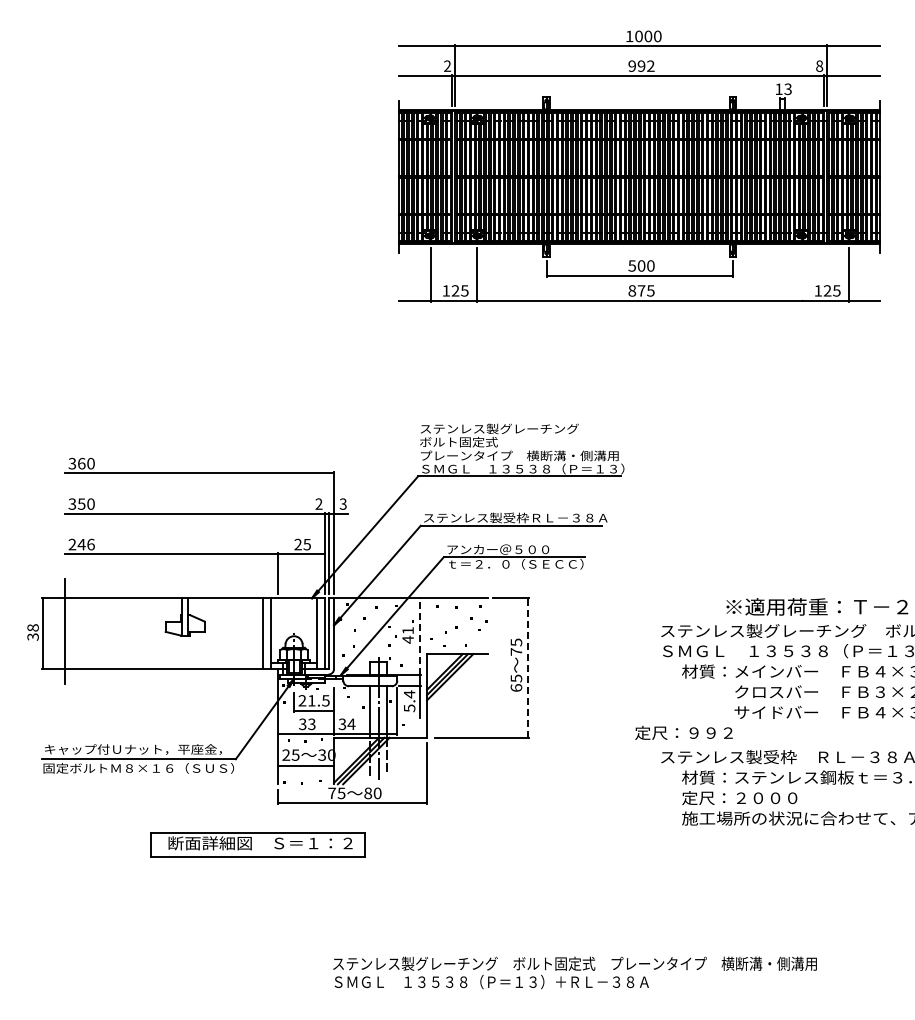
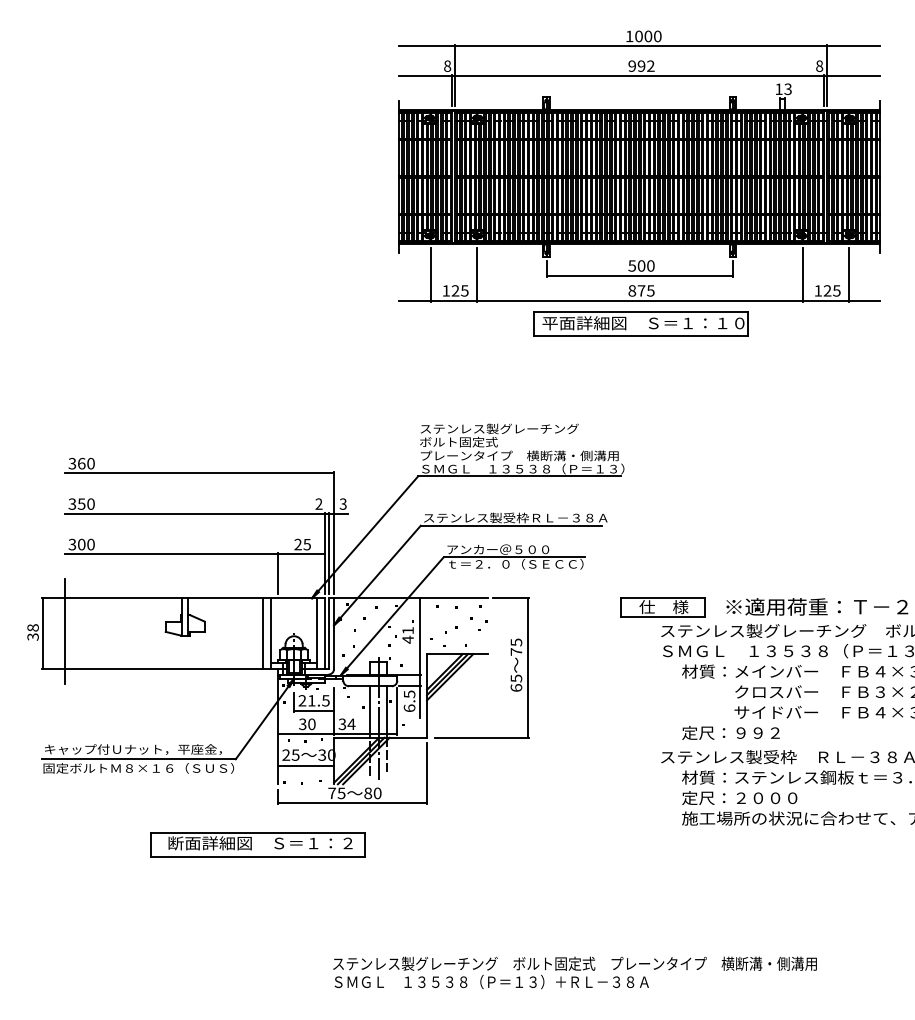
text at (447, 65): 2 -> 8
line at (802, 274): none -> present
part at (640, 323): none -> present
text at (81, 544): 246 -> 300
part at (662, 607): none -> present
line at (419, 635): dashed -> solid
line at (528, 668): dashed -> solid
text at (409, 701): 5.4 -> 6.5
text at (311, 723): 33 -> 30
text at (683, 732) position: (683, 732) -> (730, 732)
